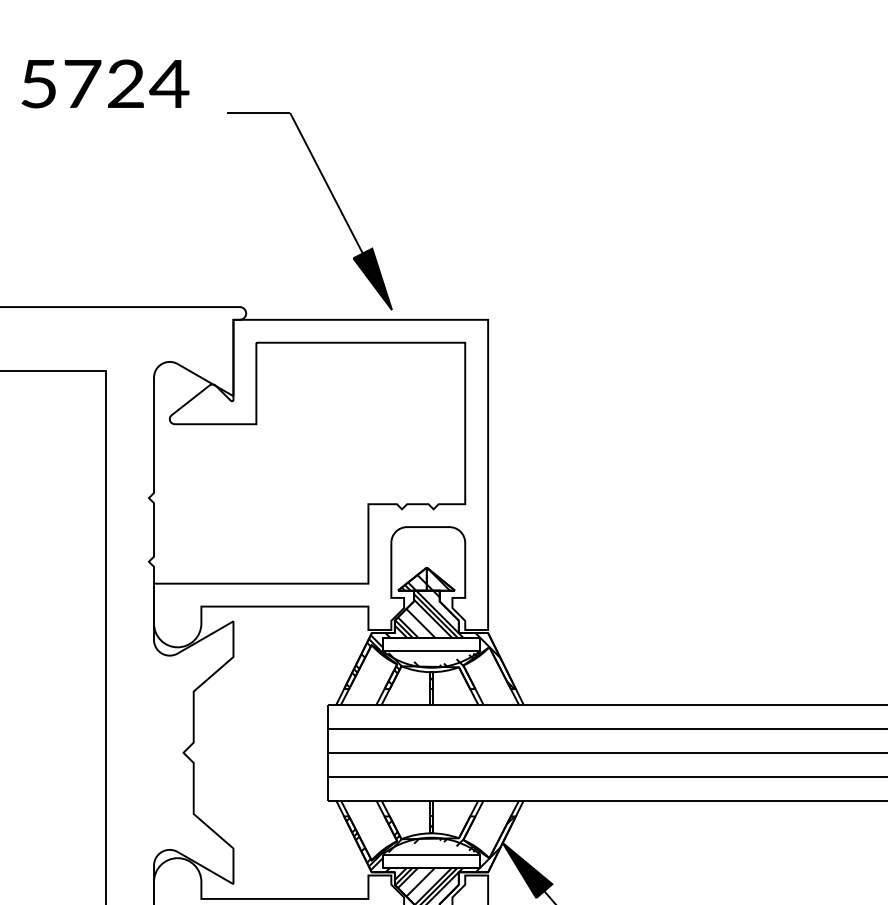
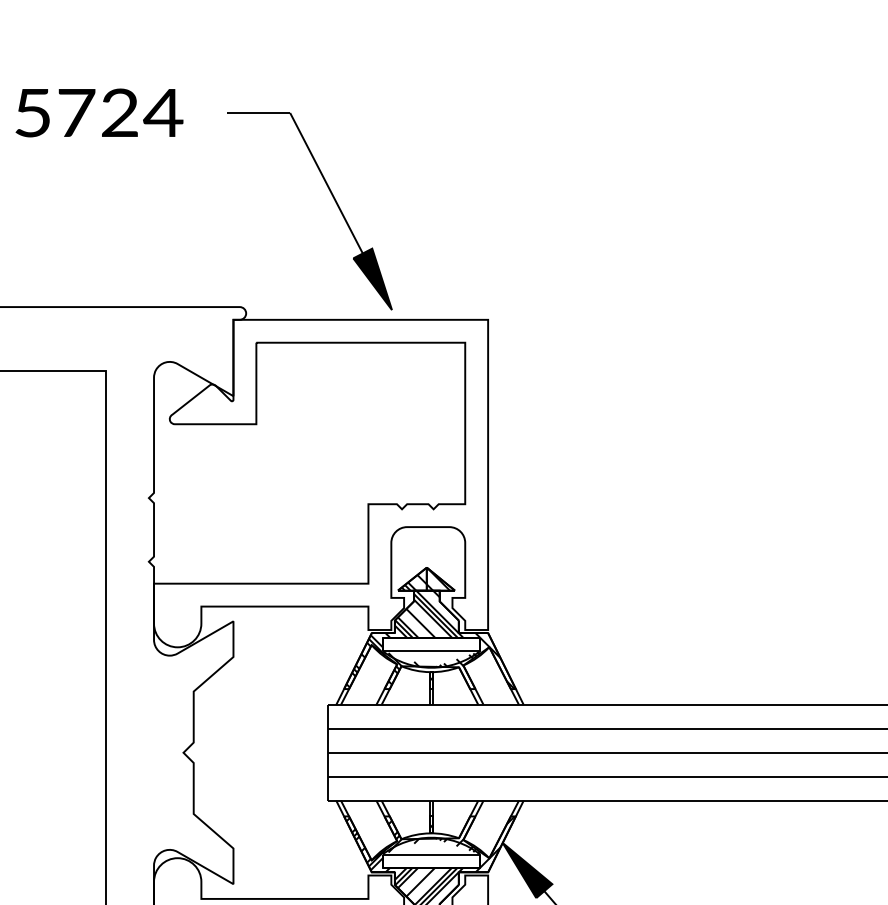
text at (105, 83) position: (105, 83) -> (99, 112)
